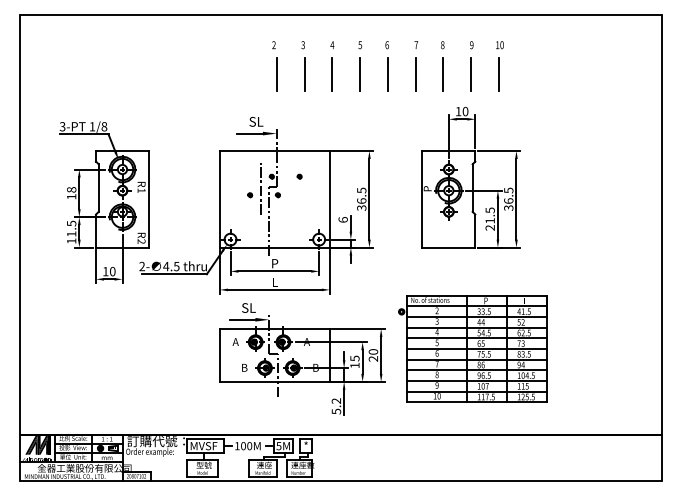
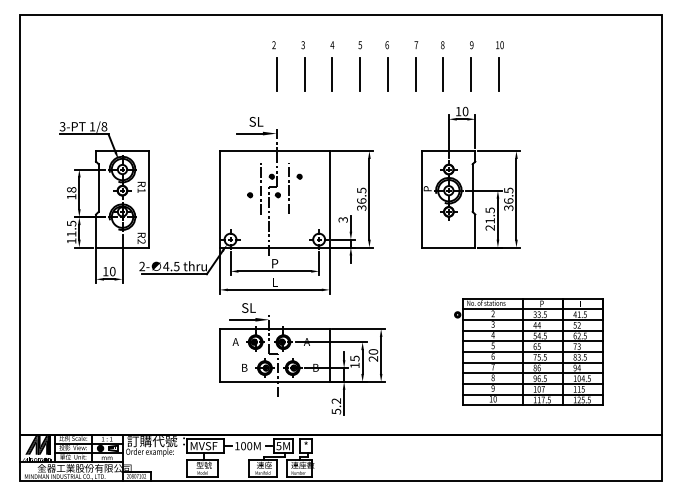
line at (288, 188): none -> present
text at (342, 219): 6 -> 3
part at (472, 348) position: (472, 348) -> (528, 351)
